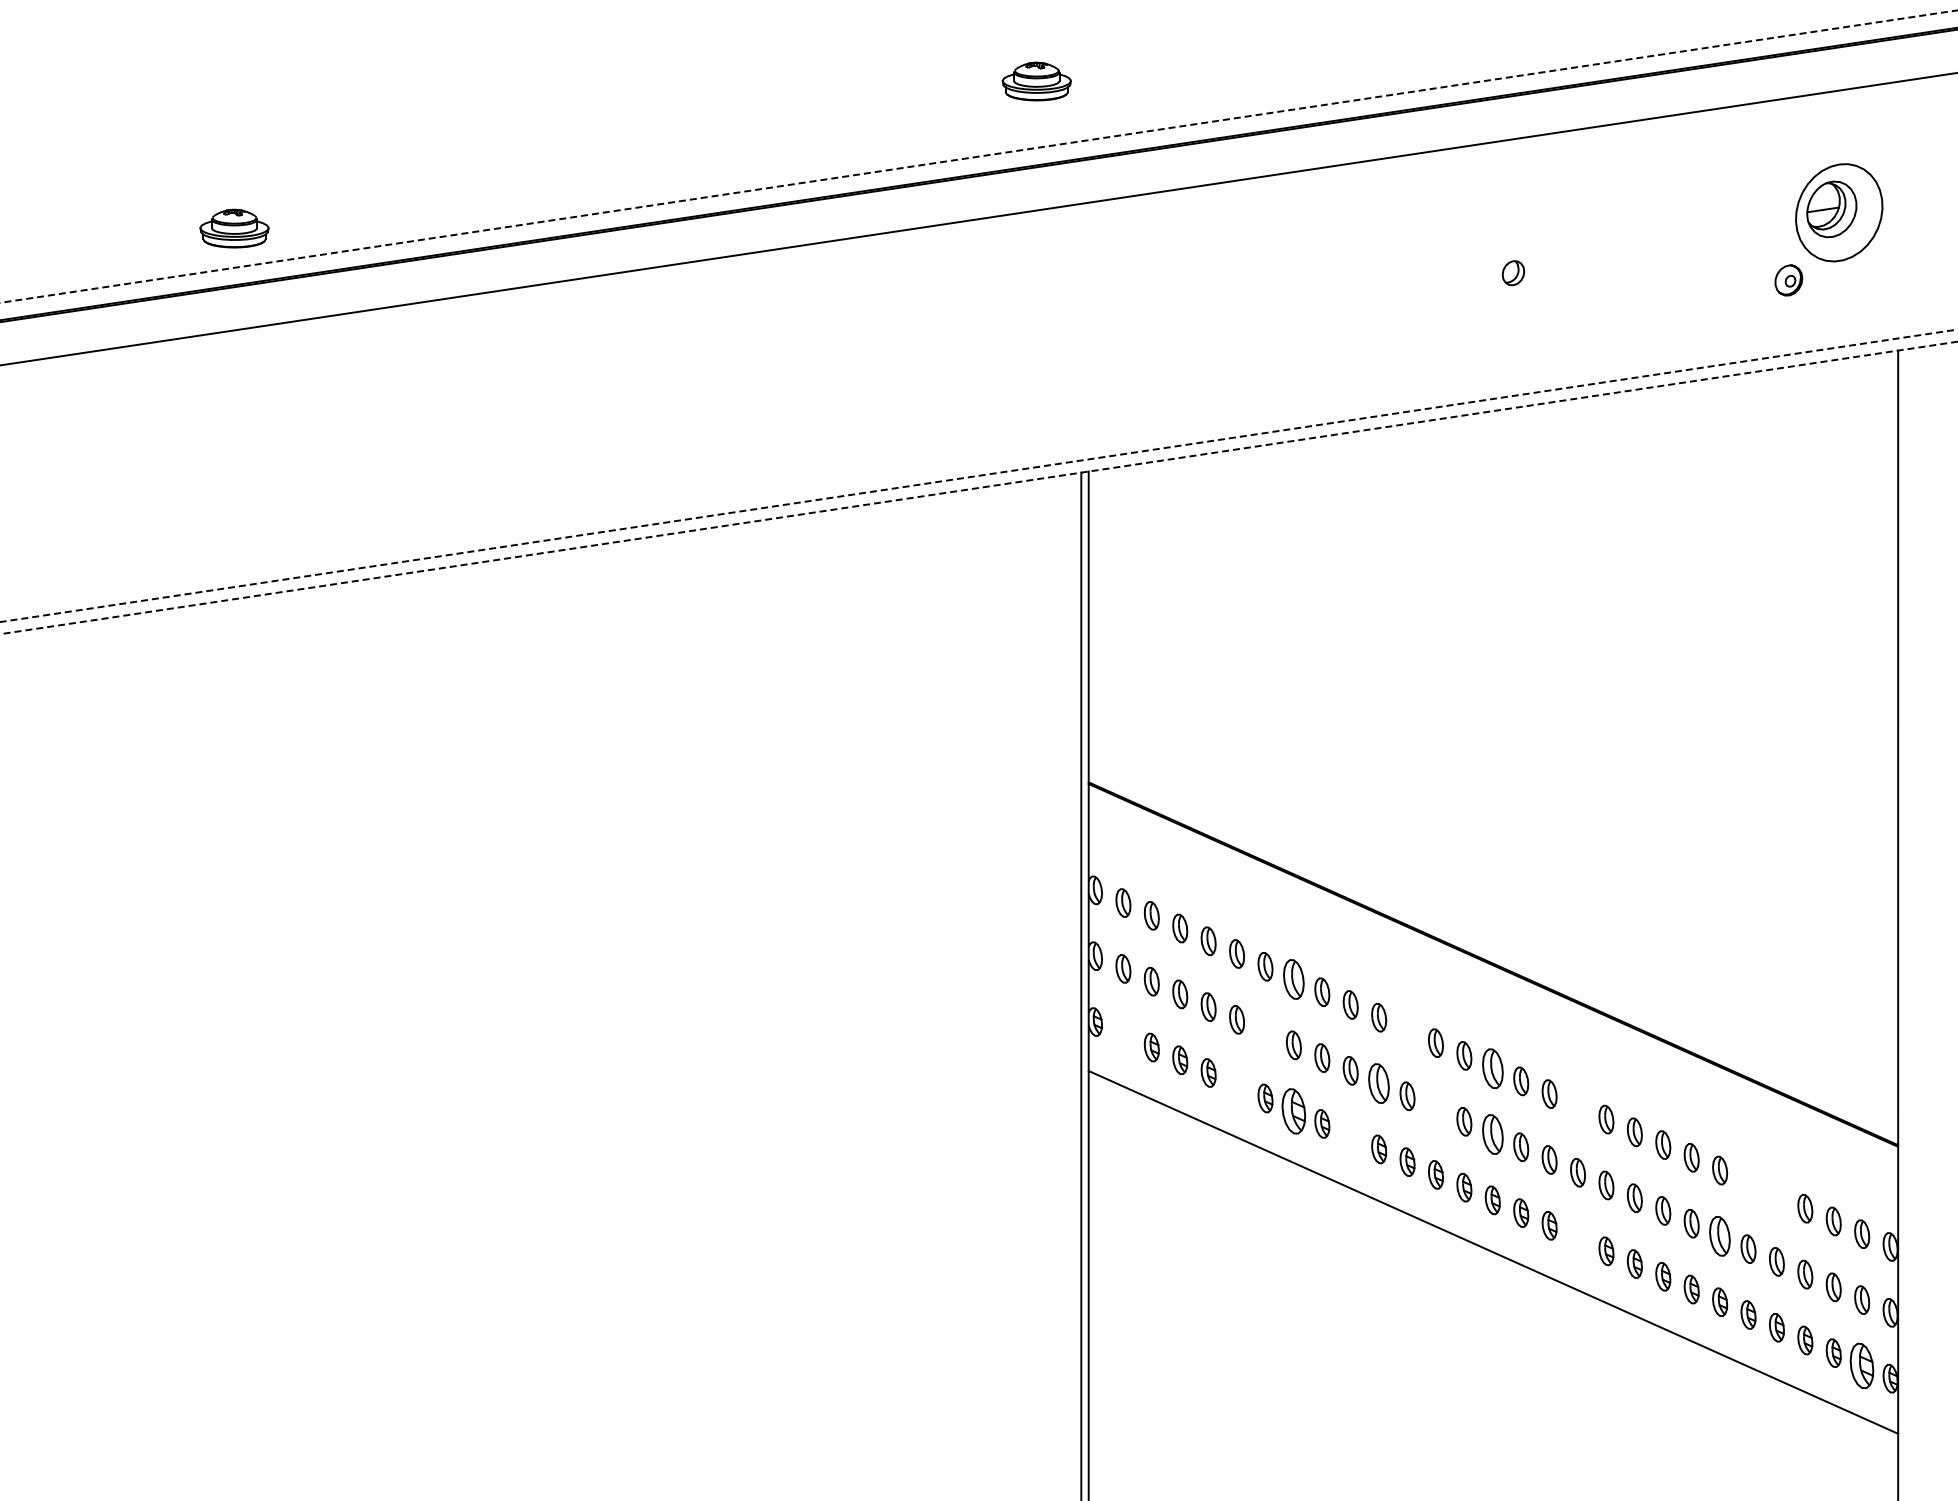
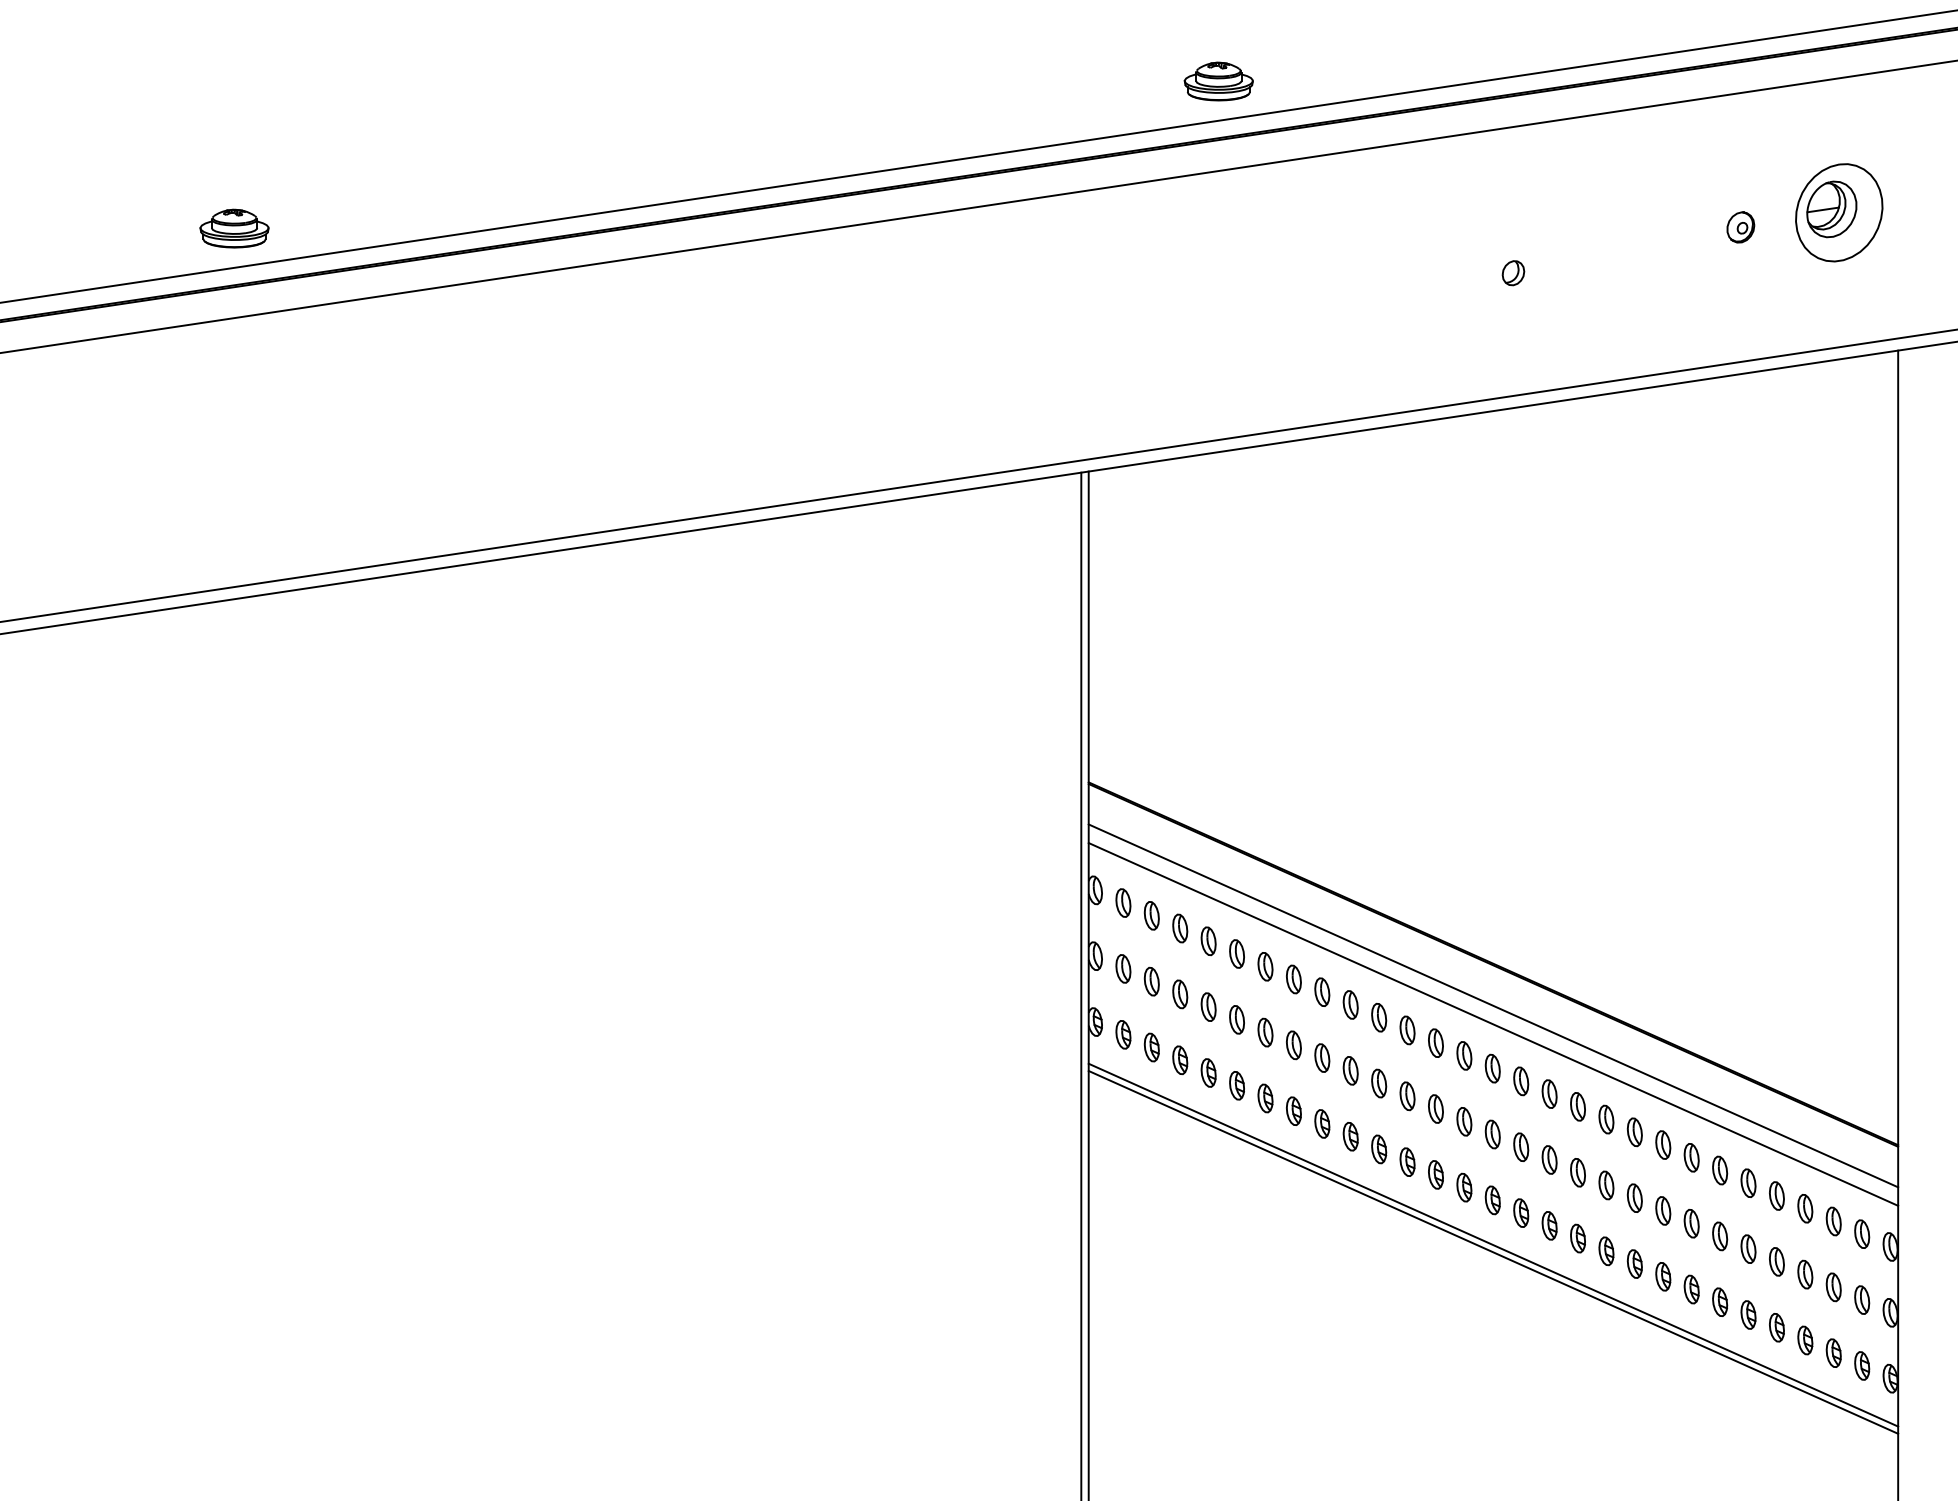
part at (1036, 81) position: (1036, 81) -> (1218, 81)
line at (979, 156): dashed -> solid
line at (978, 219) position: (978, 219) -> (978, 206)
part at (1788, 280) position: (1788, 280) -> (1740, 227)
line at (978, 475): dashed -> solid
line at (979, 487): dashed -> solid
part at (1293, 979) size: 22x41 px -> 16x31 px
line at (1493, 1005): none -> present
line at (1493, 1024): none -> present
part at (1407, 1030): none -> present
part at (1265, 1032): none -> present
part at (1123, 1034): none -> present
part at (1492, 1068) size: 22x42 px -> 17x31 px
part at (1378, 1083) size: 22x41 px -> 17x31 px
part at (1236, 1085): none -> present
part at (1577, 1106): none -> present
part at (1435, 1108): none -> present
part at (1293, 1111) size: 26x47 px -> 16x30 px
part at (1492, 1134) size: 22x41 px -> 17x31 px
part at (1350, 1136): none -> present
part at (1748, 1182): none -> present
part at (1776, 1195): none -> present
part at (1719, 1236) size: 22x41 px -> 17x31 px
part at (1577, 1238): none -> present
line at (1493, 1244): none -> present
part at (1861, 1365) size: 26x48 px -> 17x30 px
